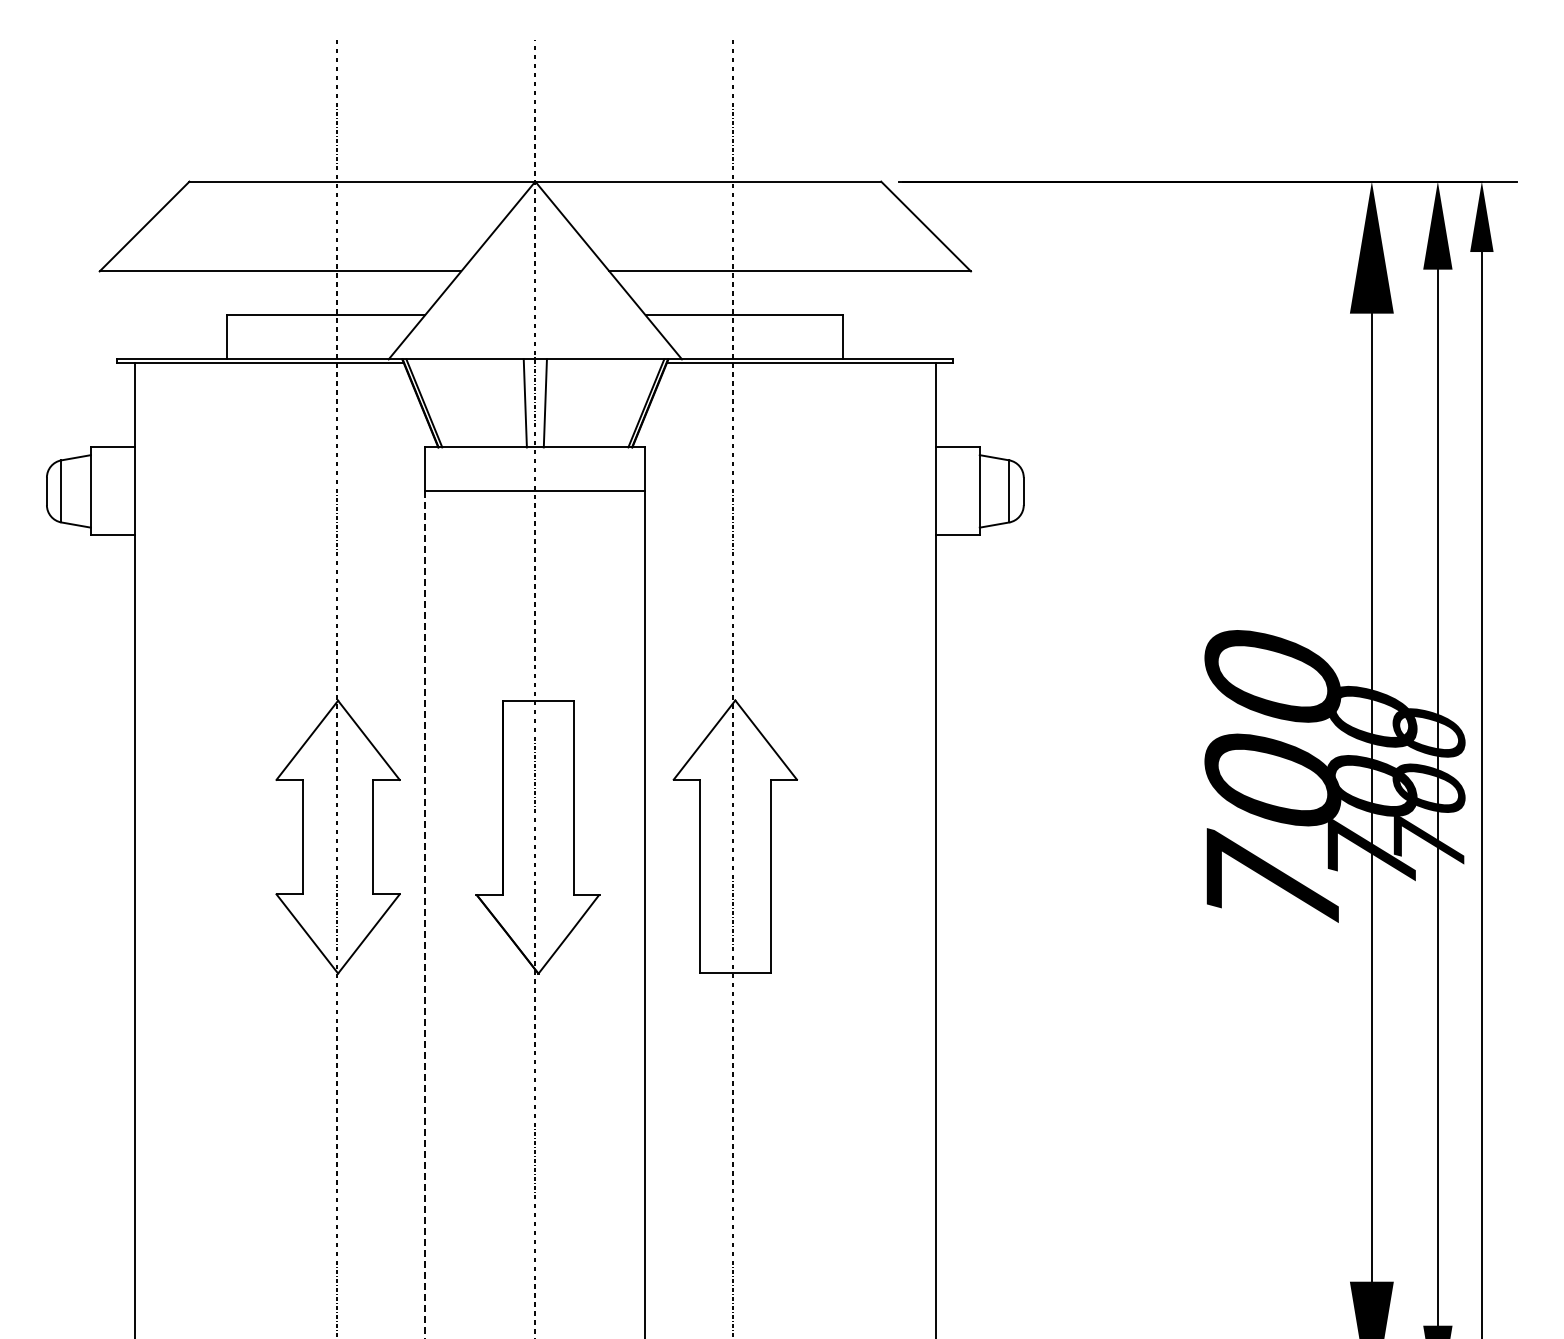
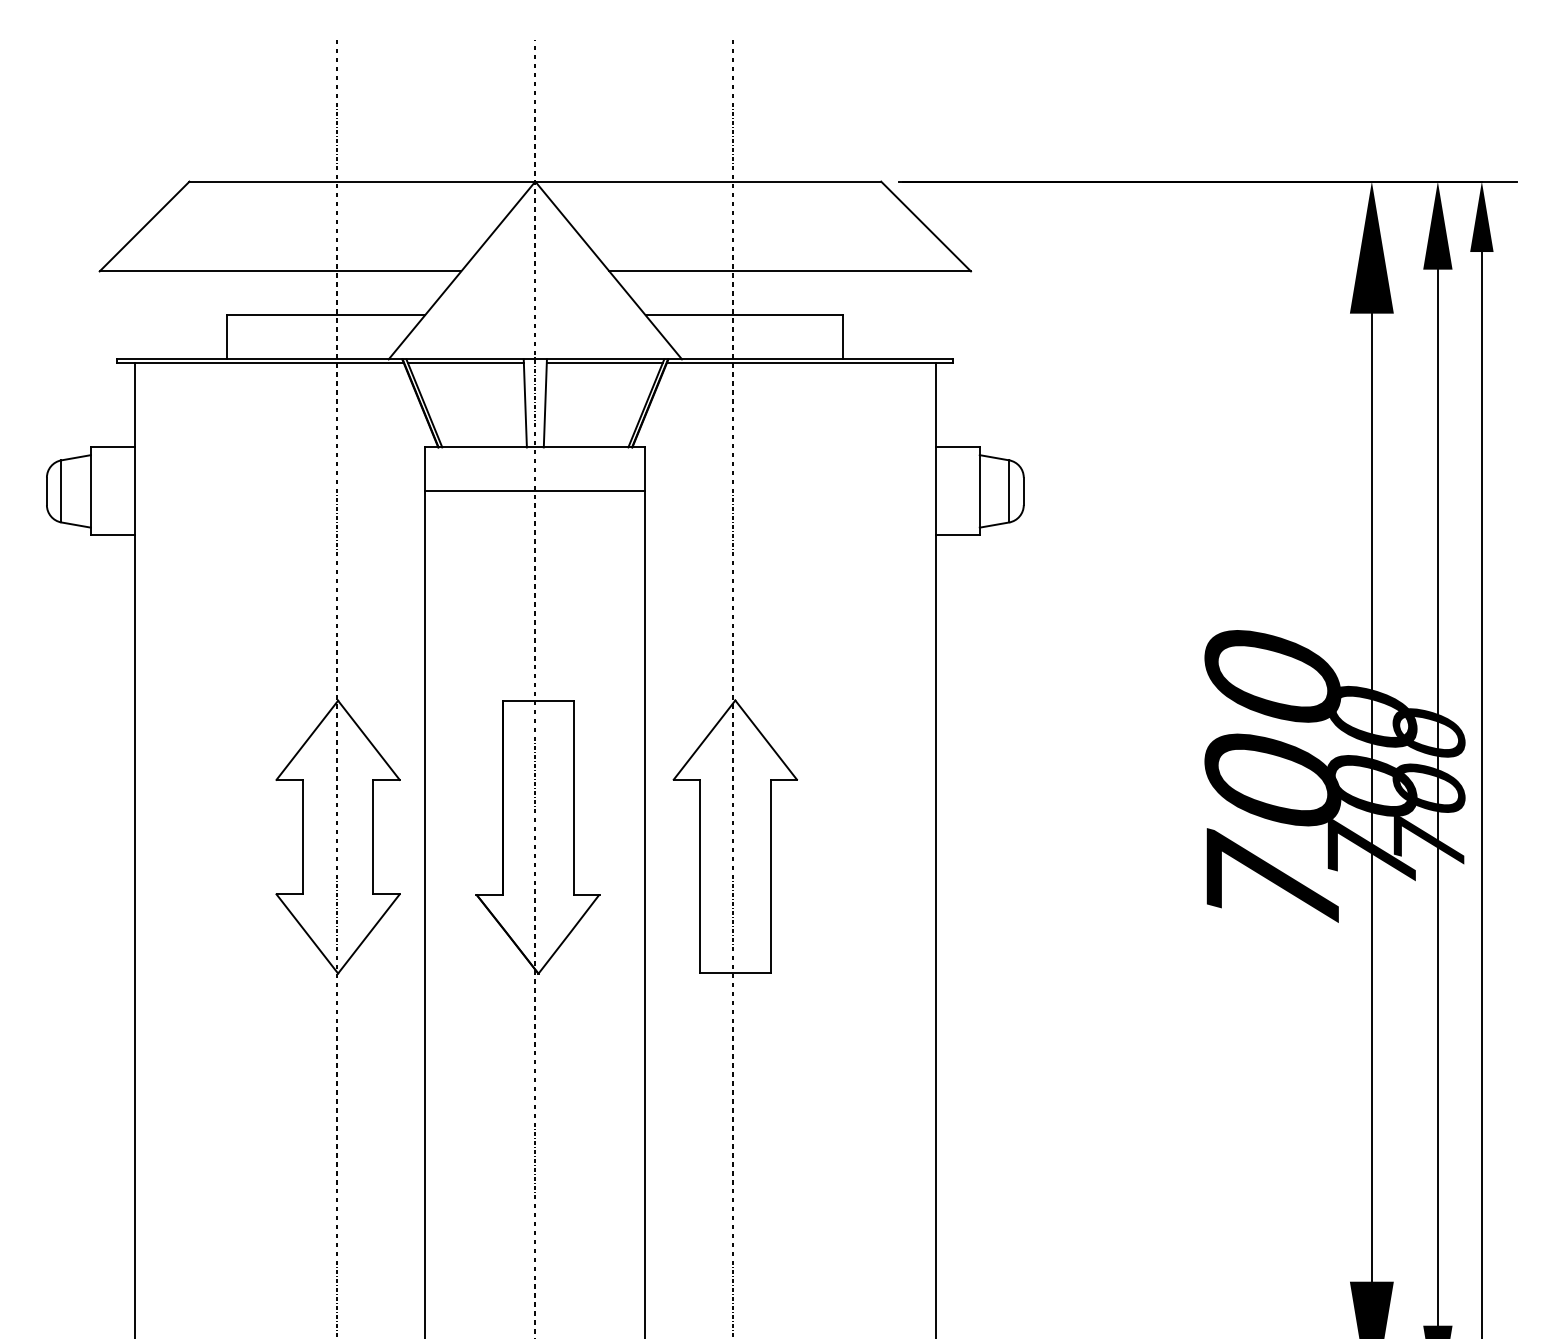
line at (465, 362): none -> present
line at (604, 362): none -> present
line at (425, 915): dashed -> solid
